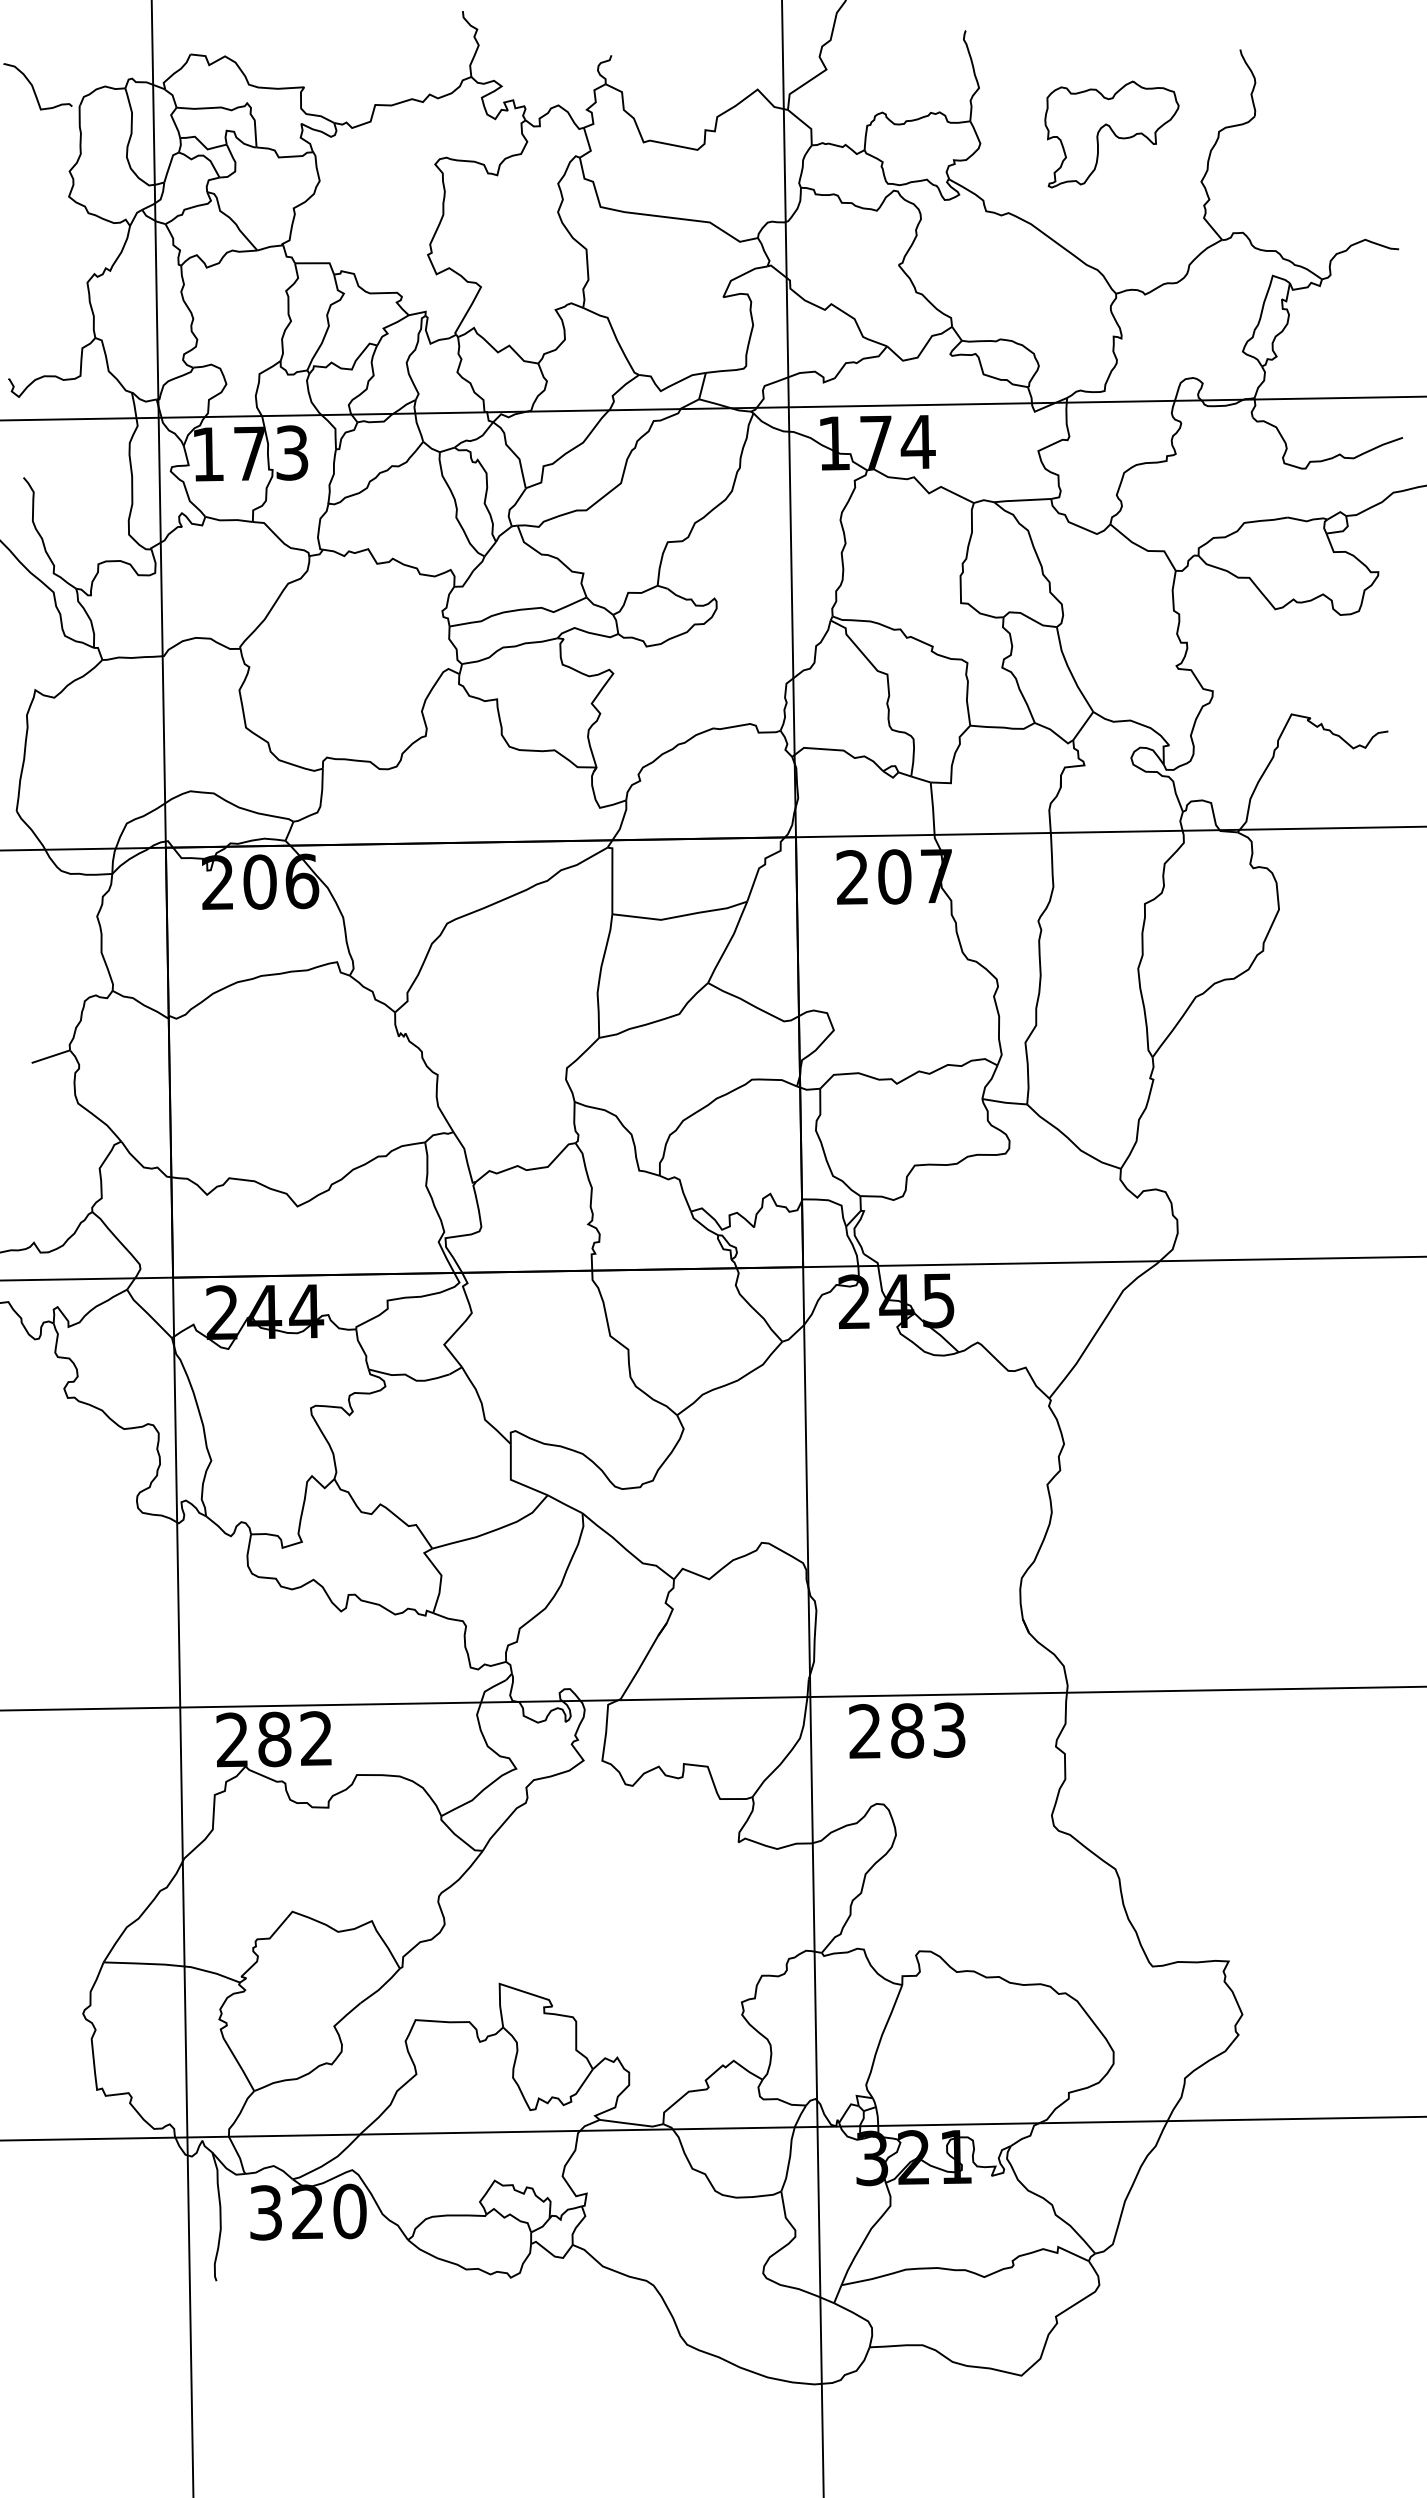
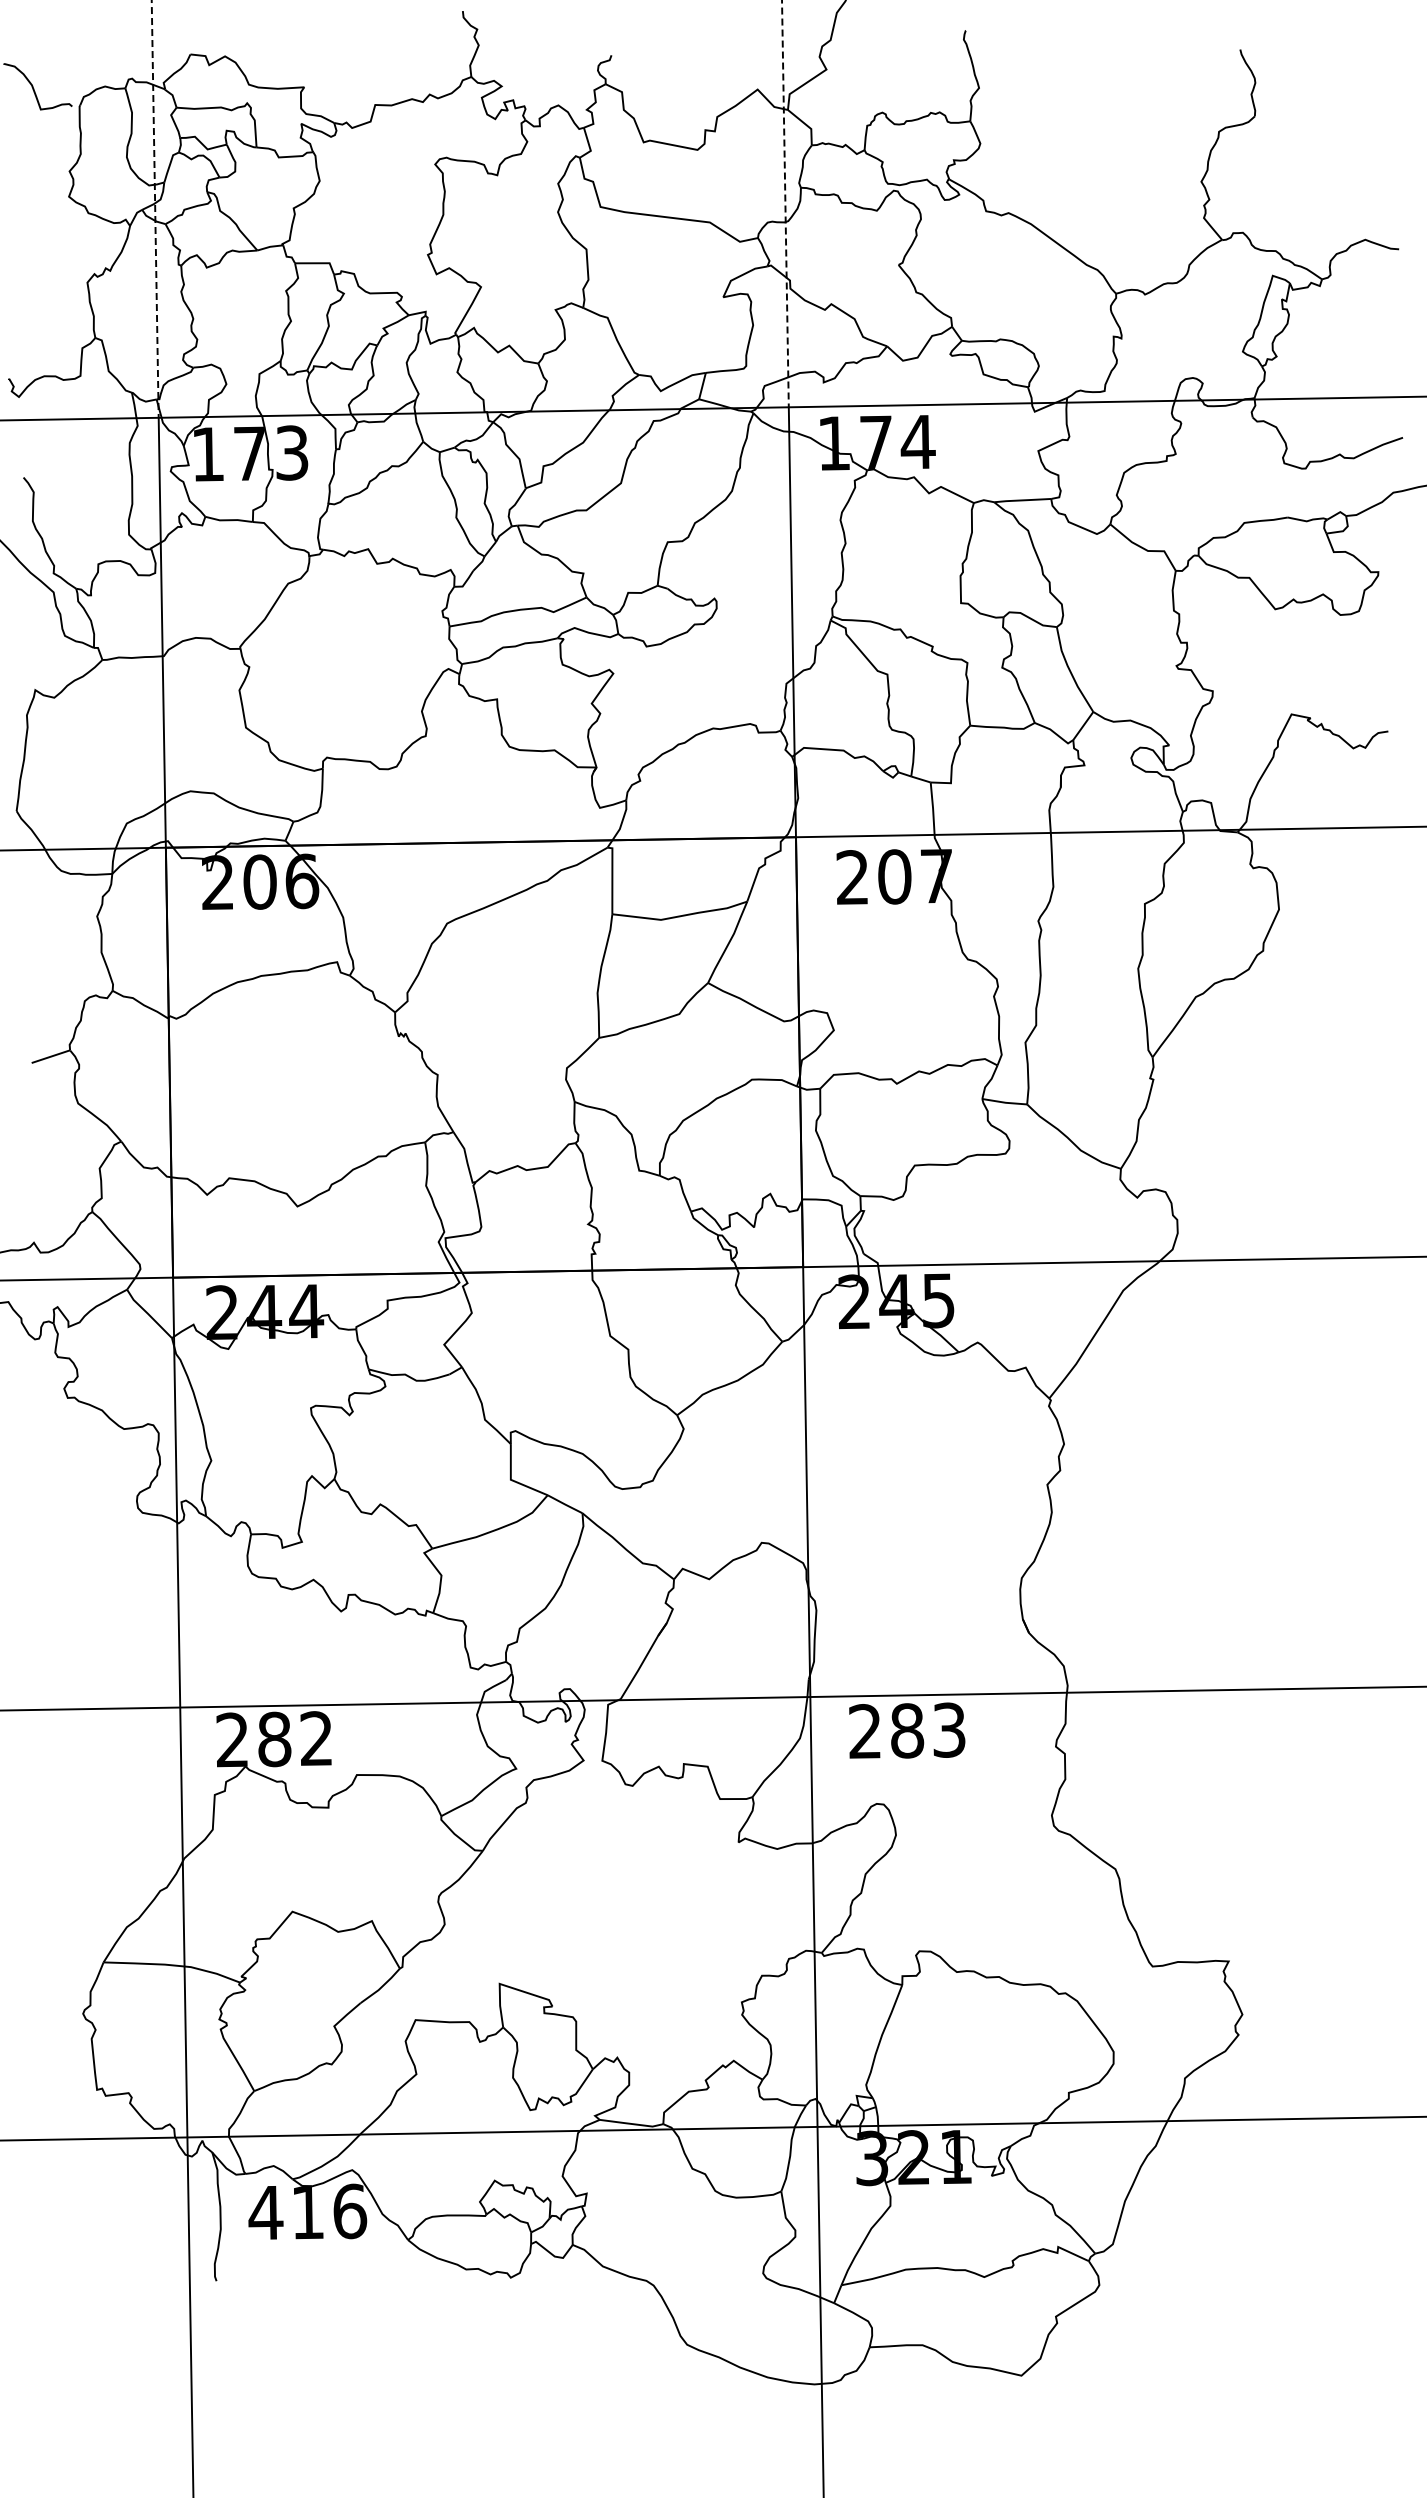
part at (1111, 134): present -> none
line at (785, 204): solid -> dashed
line at (155, 209): solid -> dashed
text at (307, 2211): 320 -> 416
